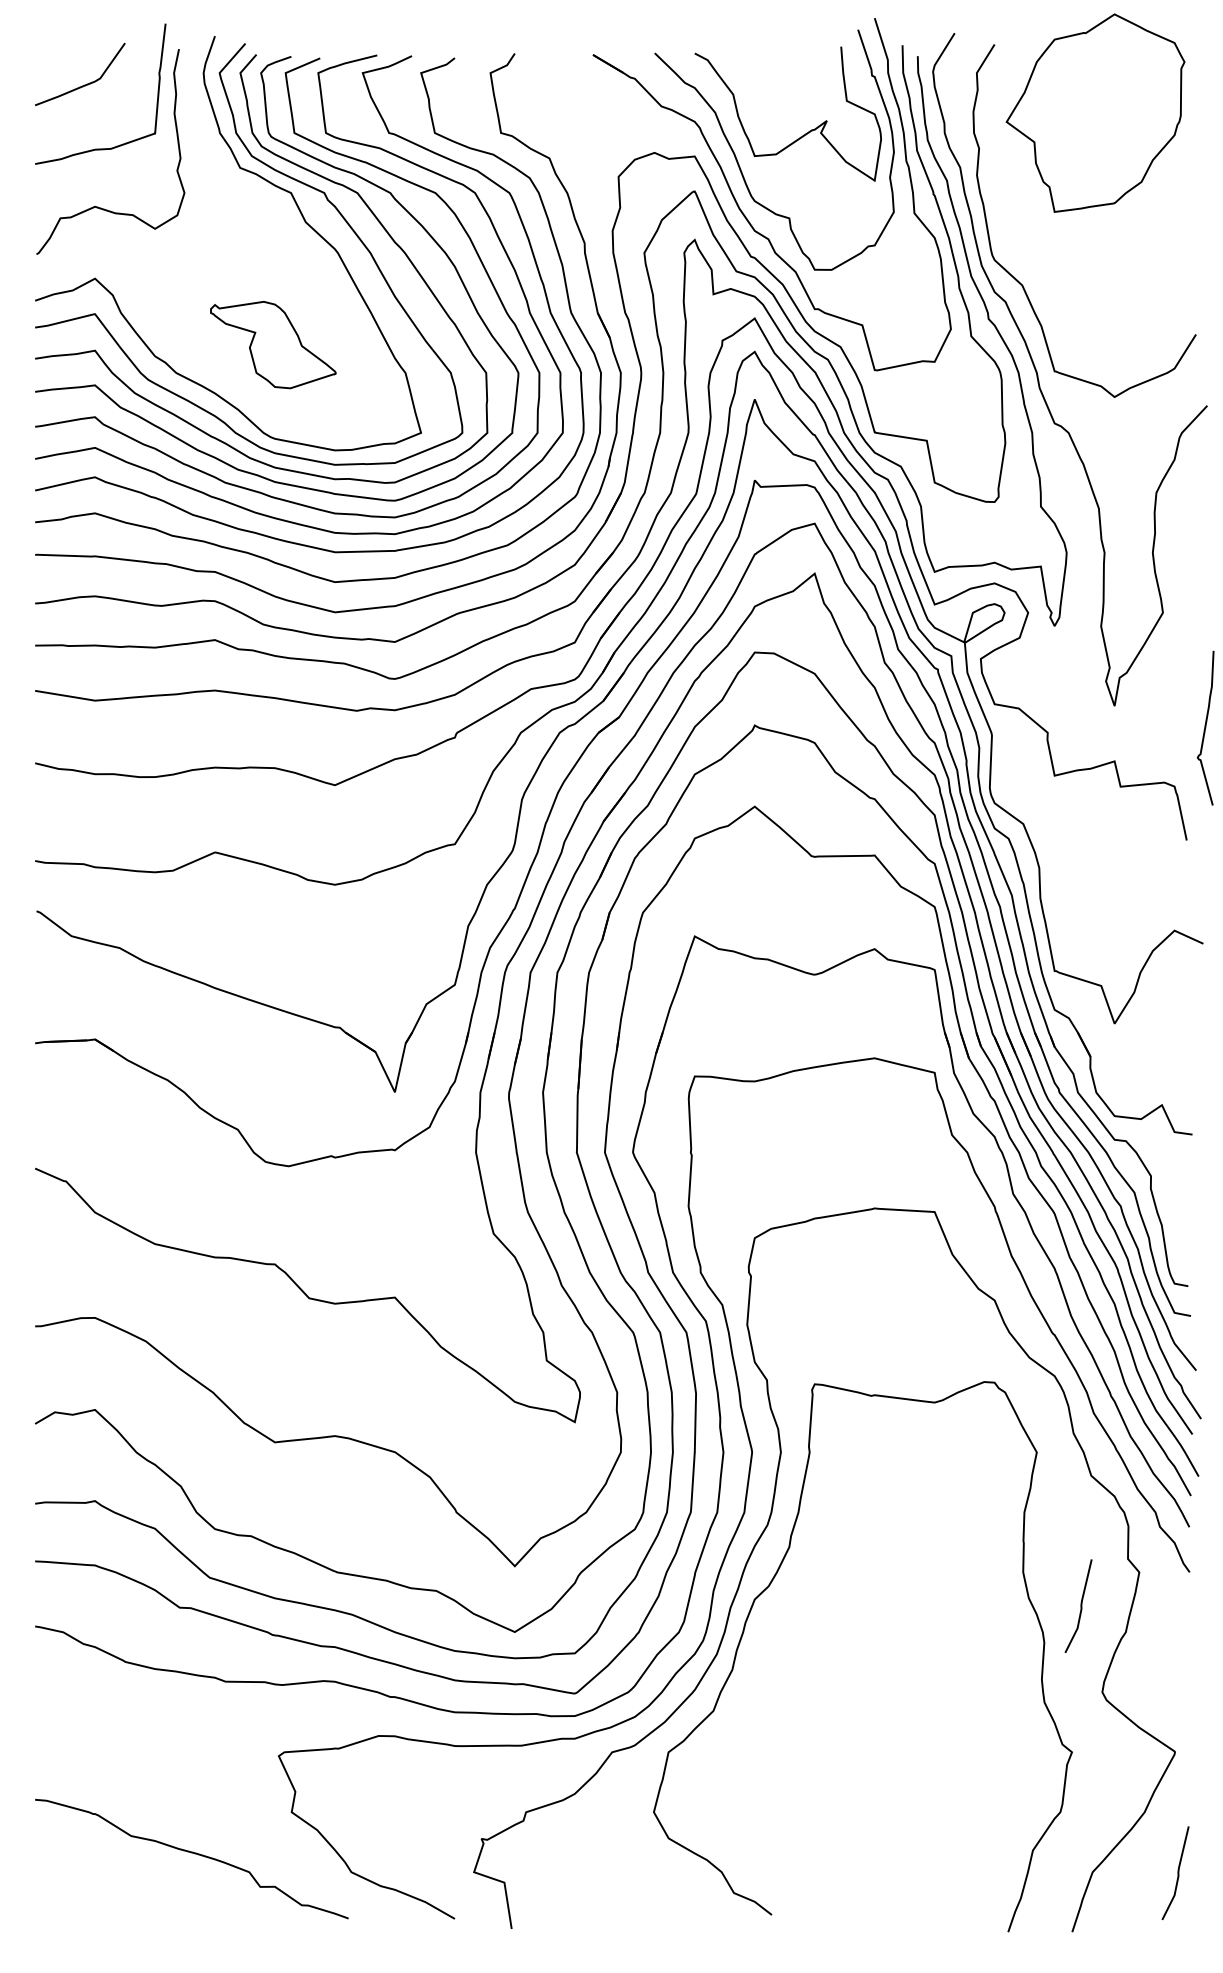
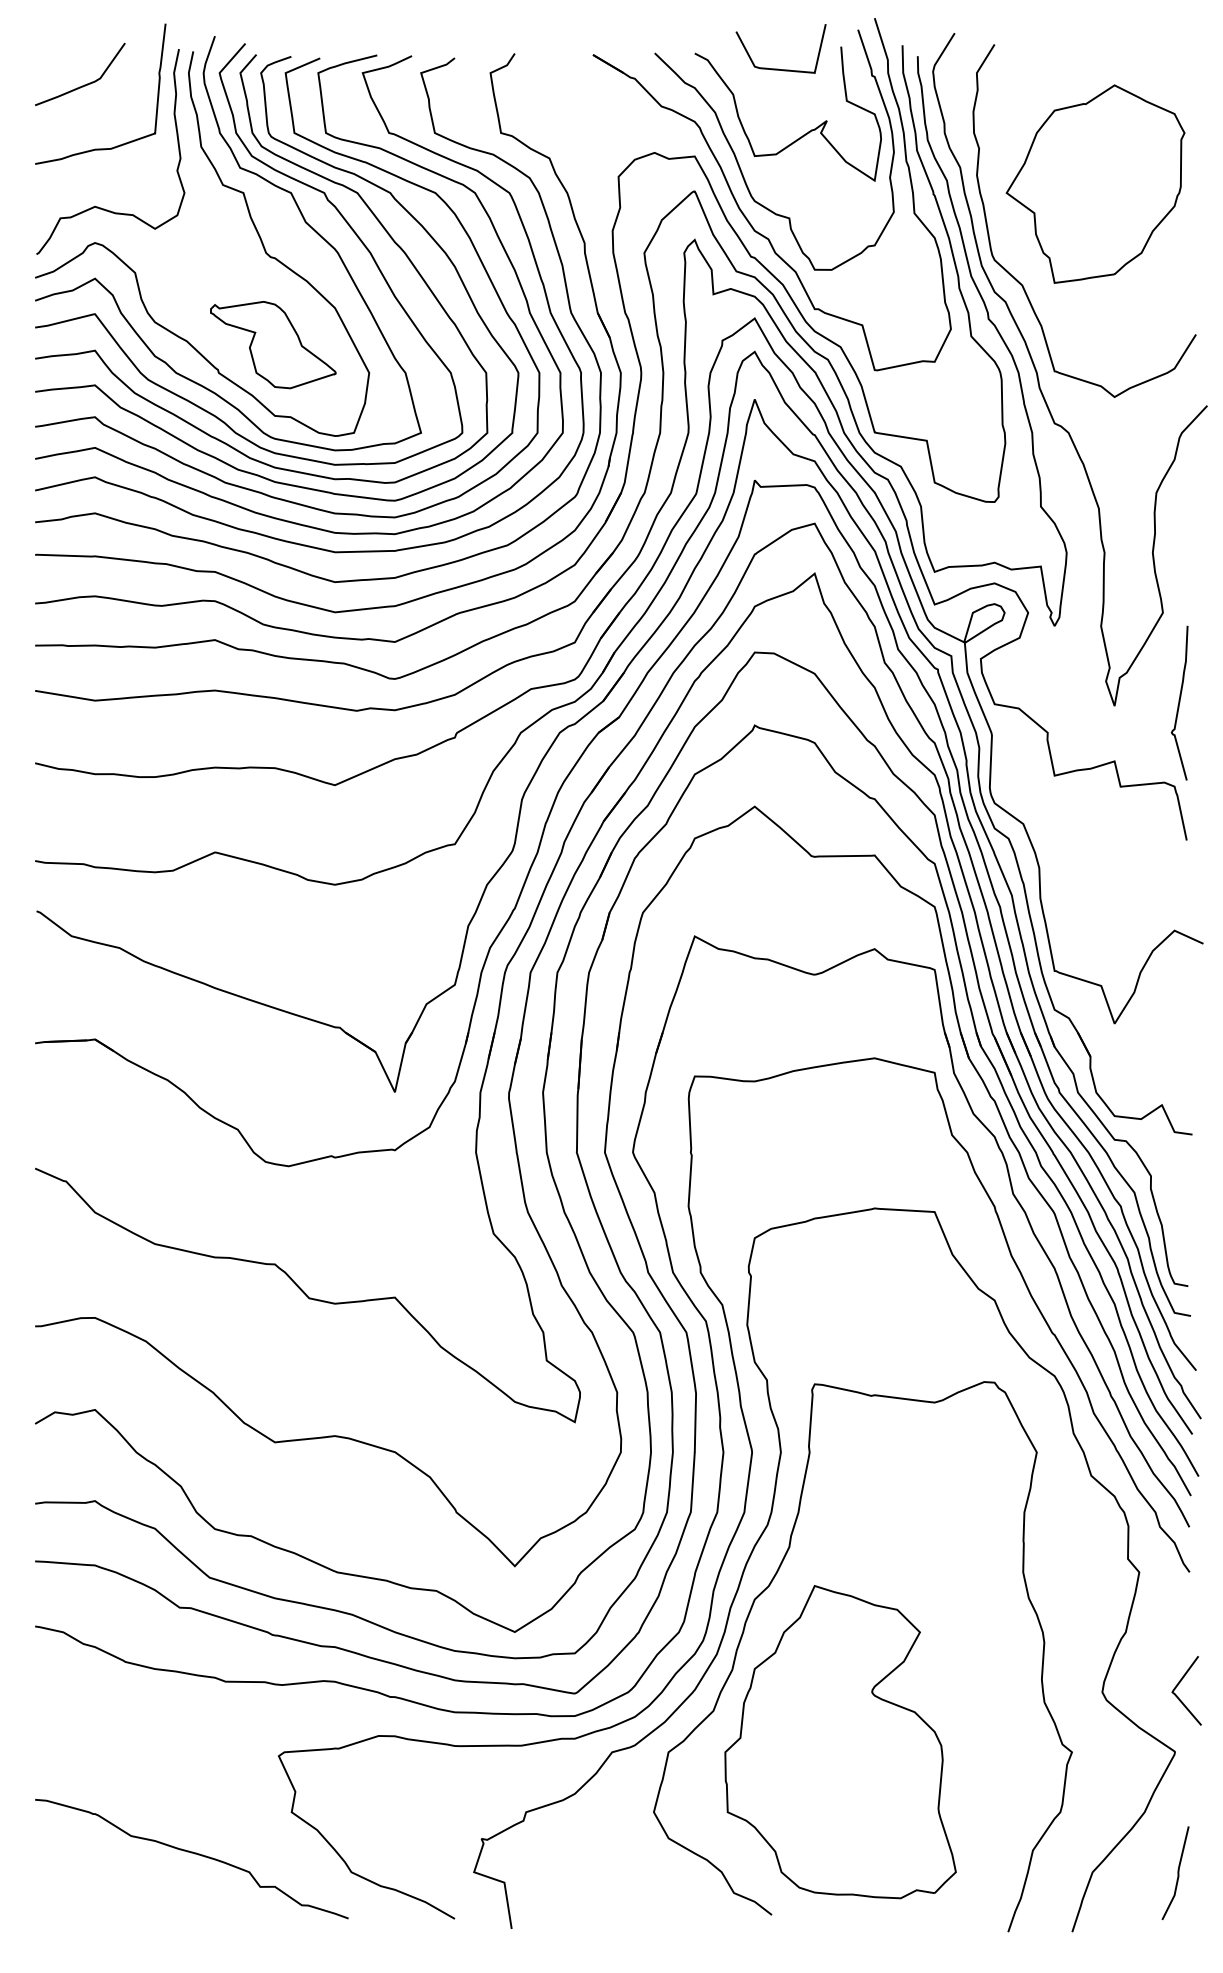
curve at (778, 68): none -> present
part at (1095, 112) position: (1095, 112) -> (1095, 183)
curve at (250, 219): none -> present
curve at (1205, 727) position: (1205, 727) -> (1179, 702)
curve at (1080, 1605): present -> none
curve at (1179, 1684): none -> present
part at (840, 1742): none -> present
